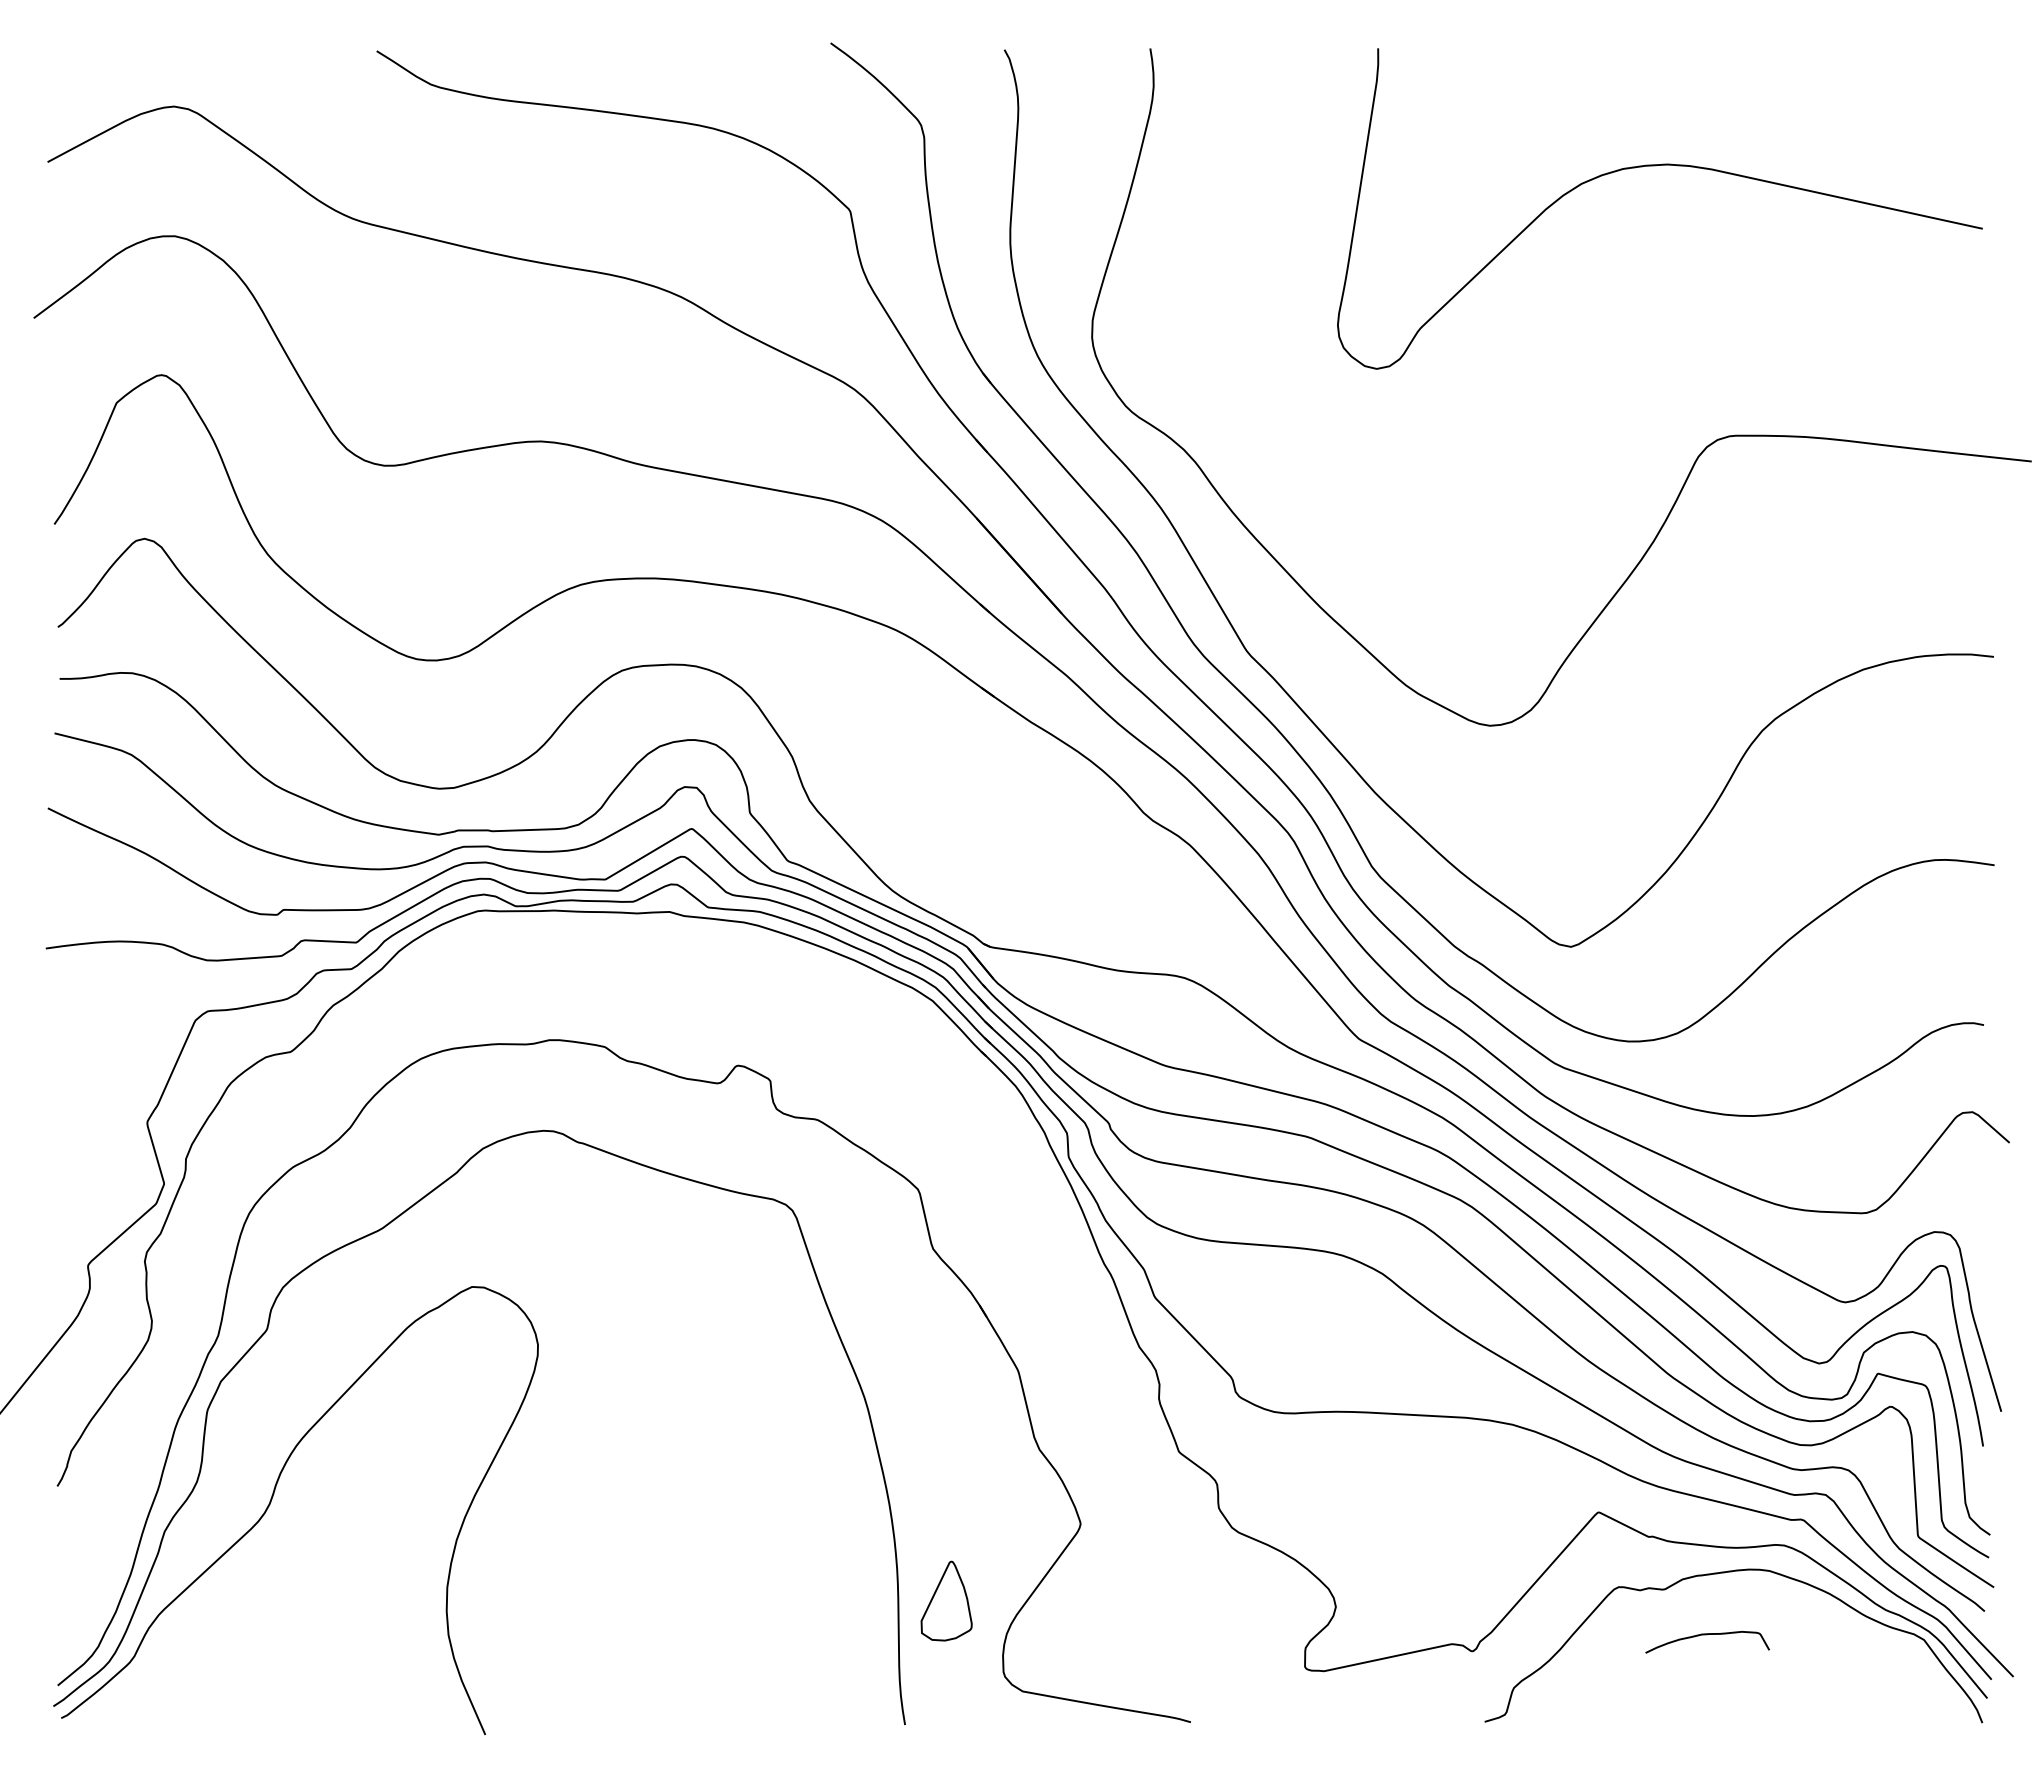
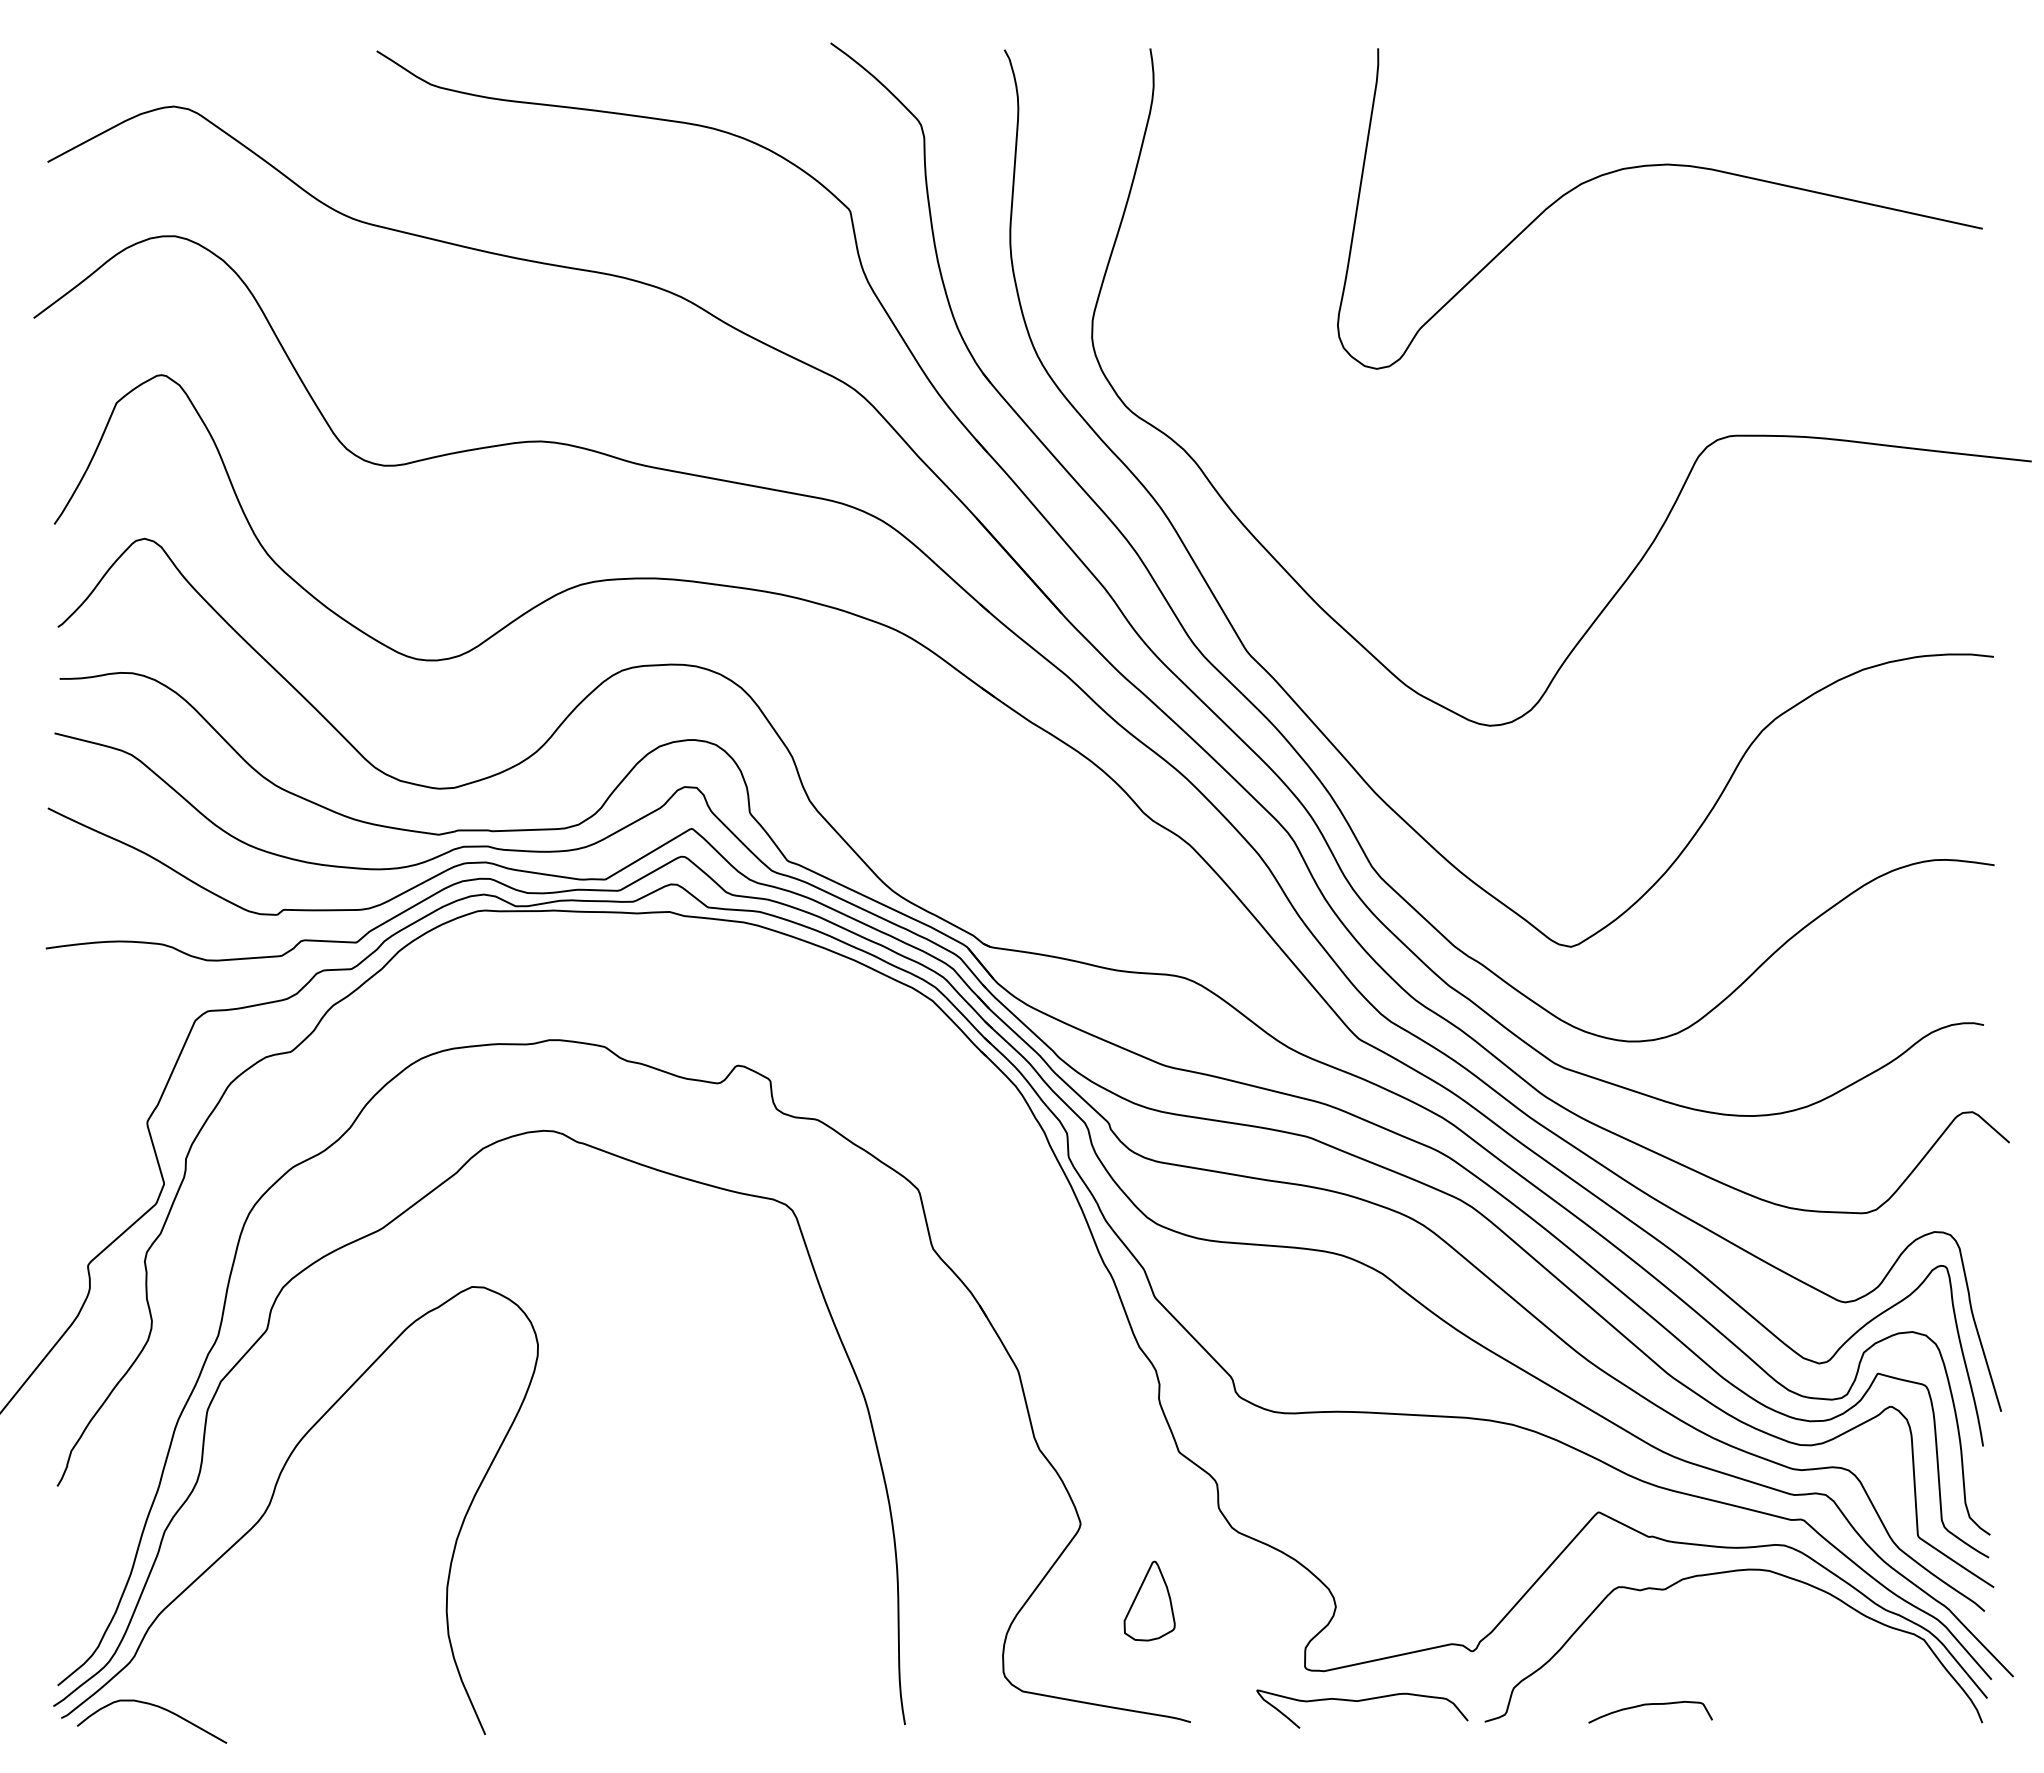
part at (946, 1600) position: (946, 1600) -> (1149, 1600)
curve at (1707, 1635) position: (1707, 1635) -> (1650, 1705)
curve at (1362, 1701): none -> present
curve at (157, 1707): none -> present
